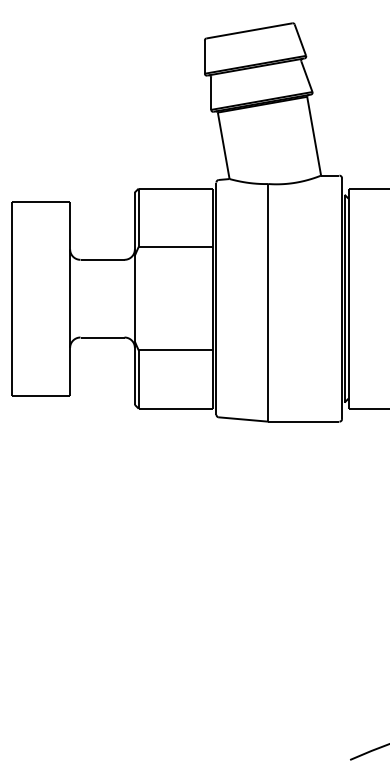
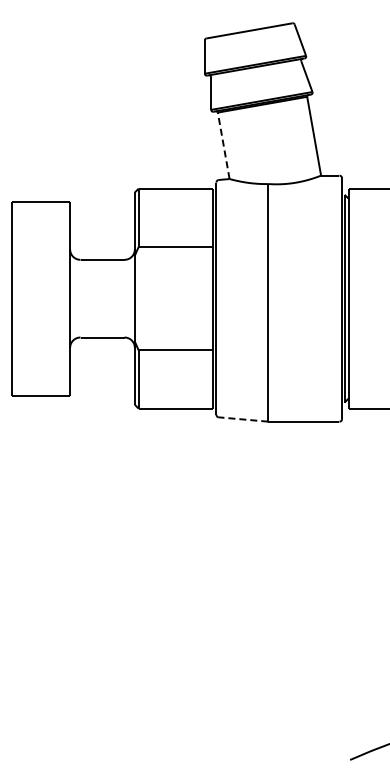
line at (223, 145): solid -> dashed
line at (243, 419): solid -> dashed
